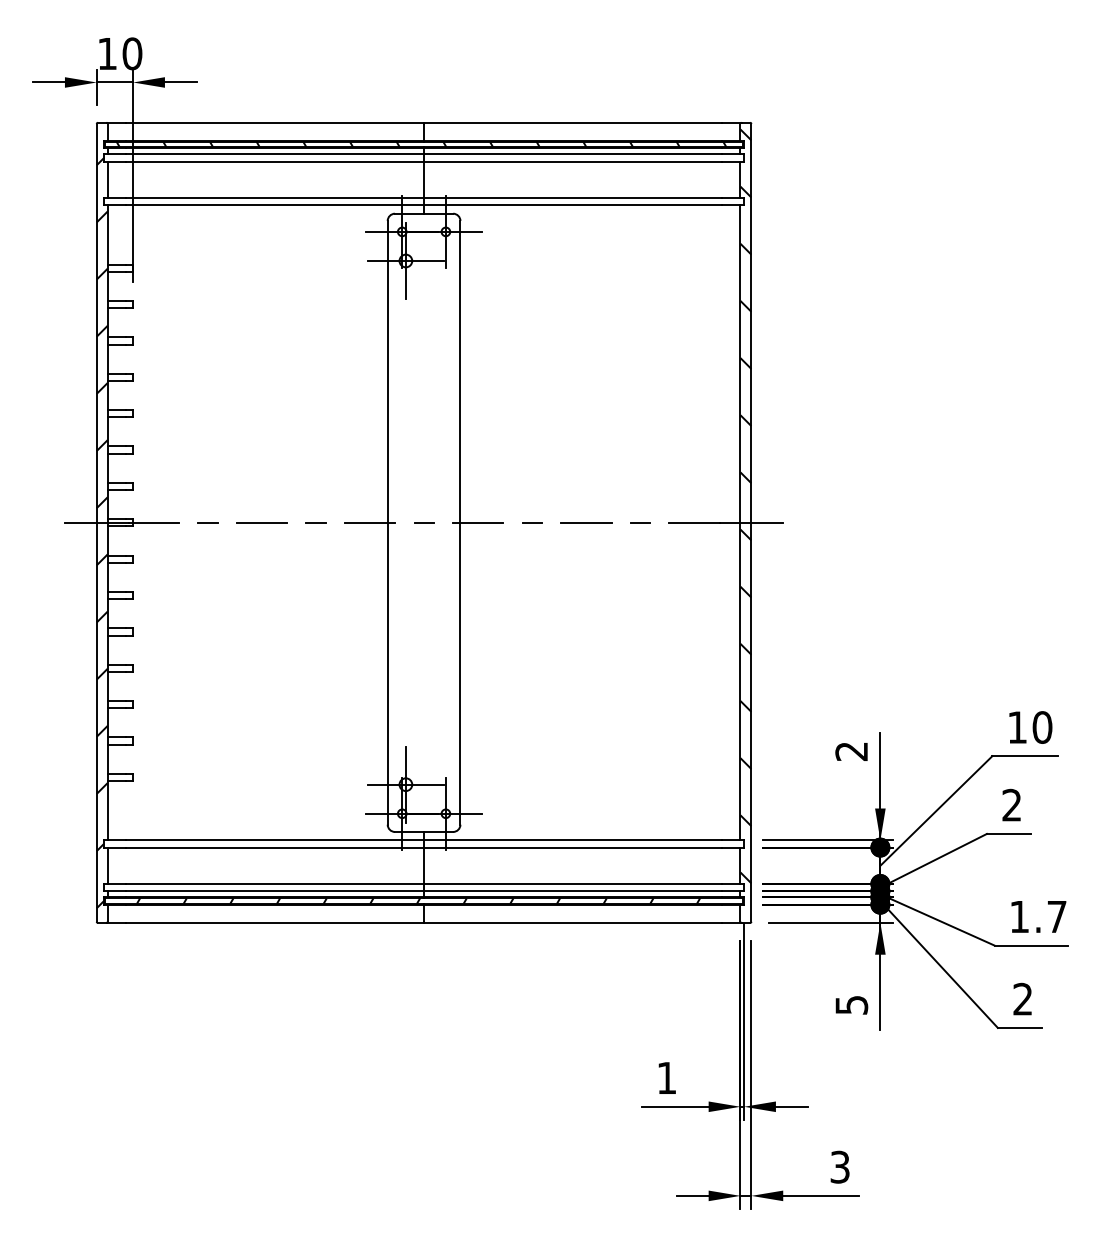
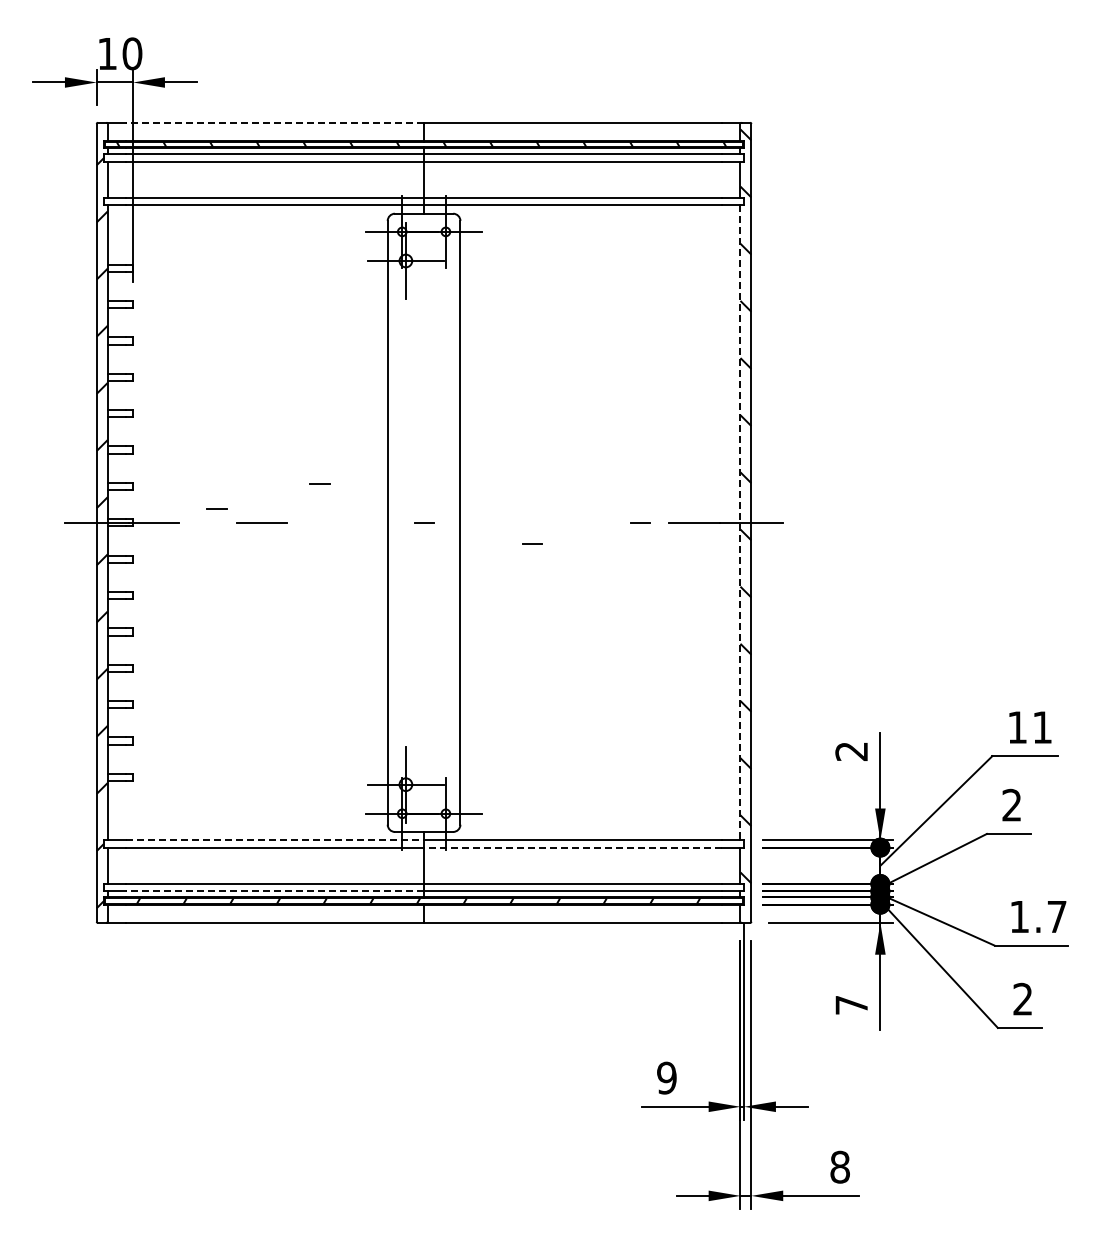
line at (274, 122): solid -> dashed
line at (207, 522) position: (207, 522) -> (216, 508)
line at (315, 522) position: (315, 522) -> (319, 483)
line at (369, 522): present -> none
line at (477, 522): present -> none
line at (532, 522) position: (532, 522) -> (532, 543)
line at (585, 522): present -> none
line at (740, 523): solid -> dashed
text at (1042, 727): 10 -> 11
line at (275, 840): solid -> dashed
line at (572, 847): solid -> dashed
line at (274, 891): solid -> dashed
text at (851, 1005): 5 -> 7
text at (666, 1077): 1 -> 9
text at (839, 1166): 3 -> 8
